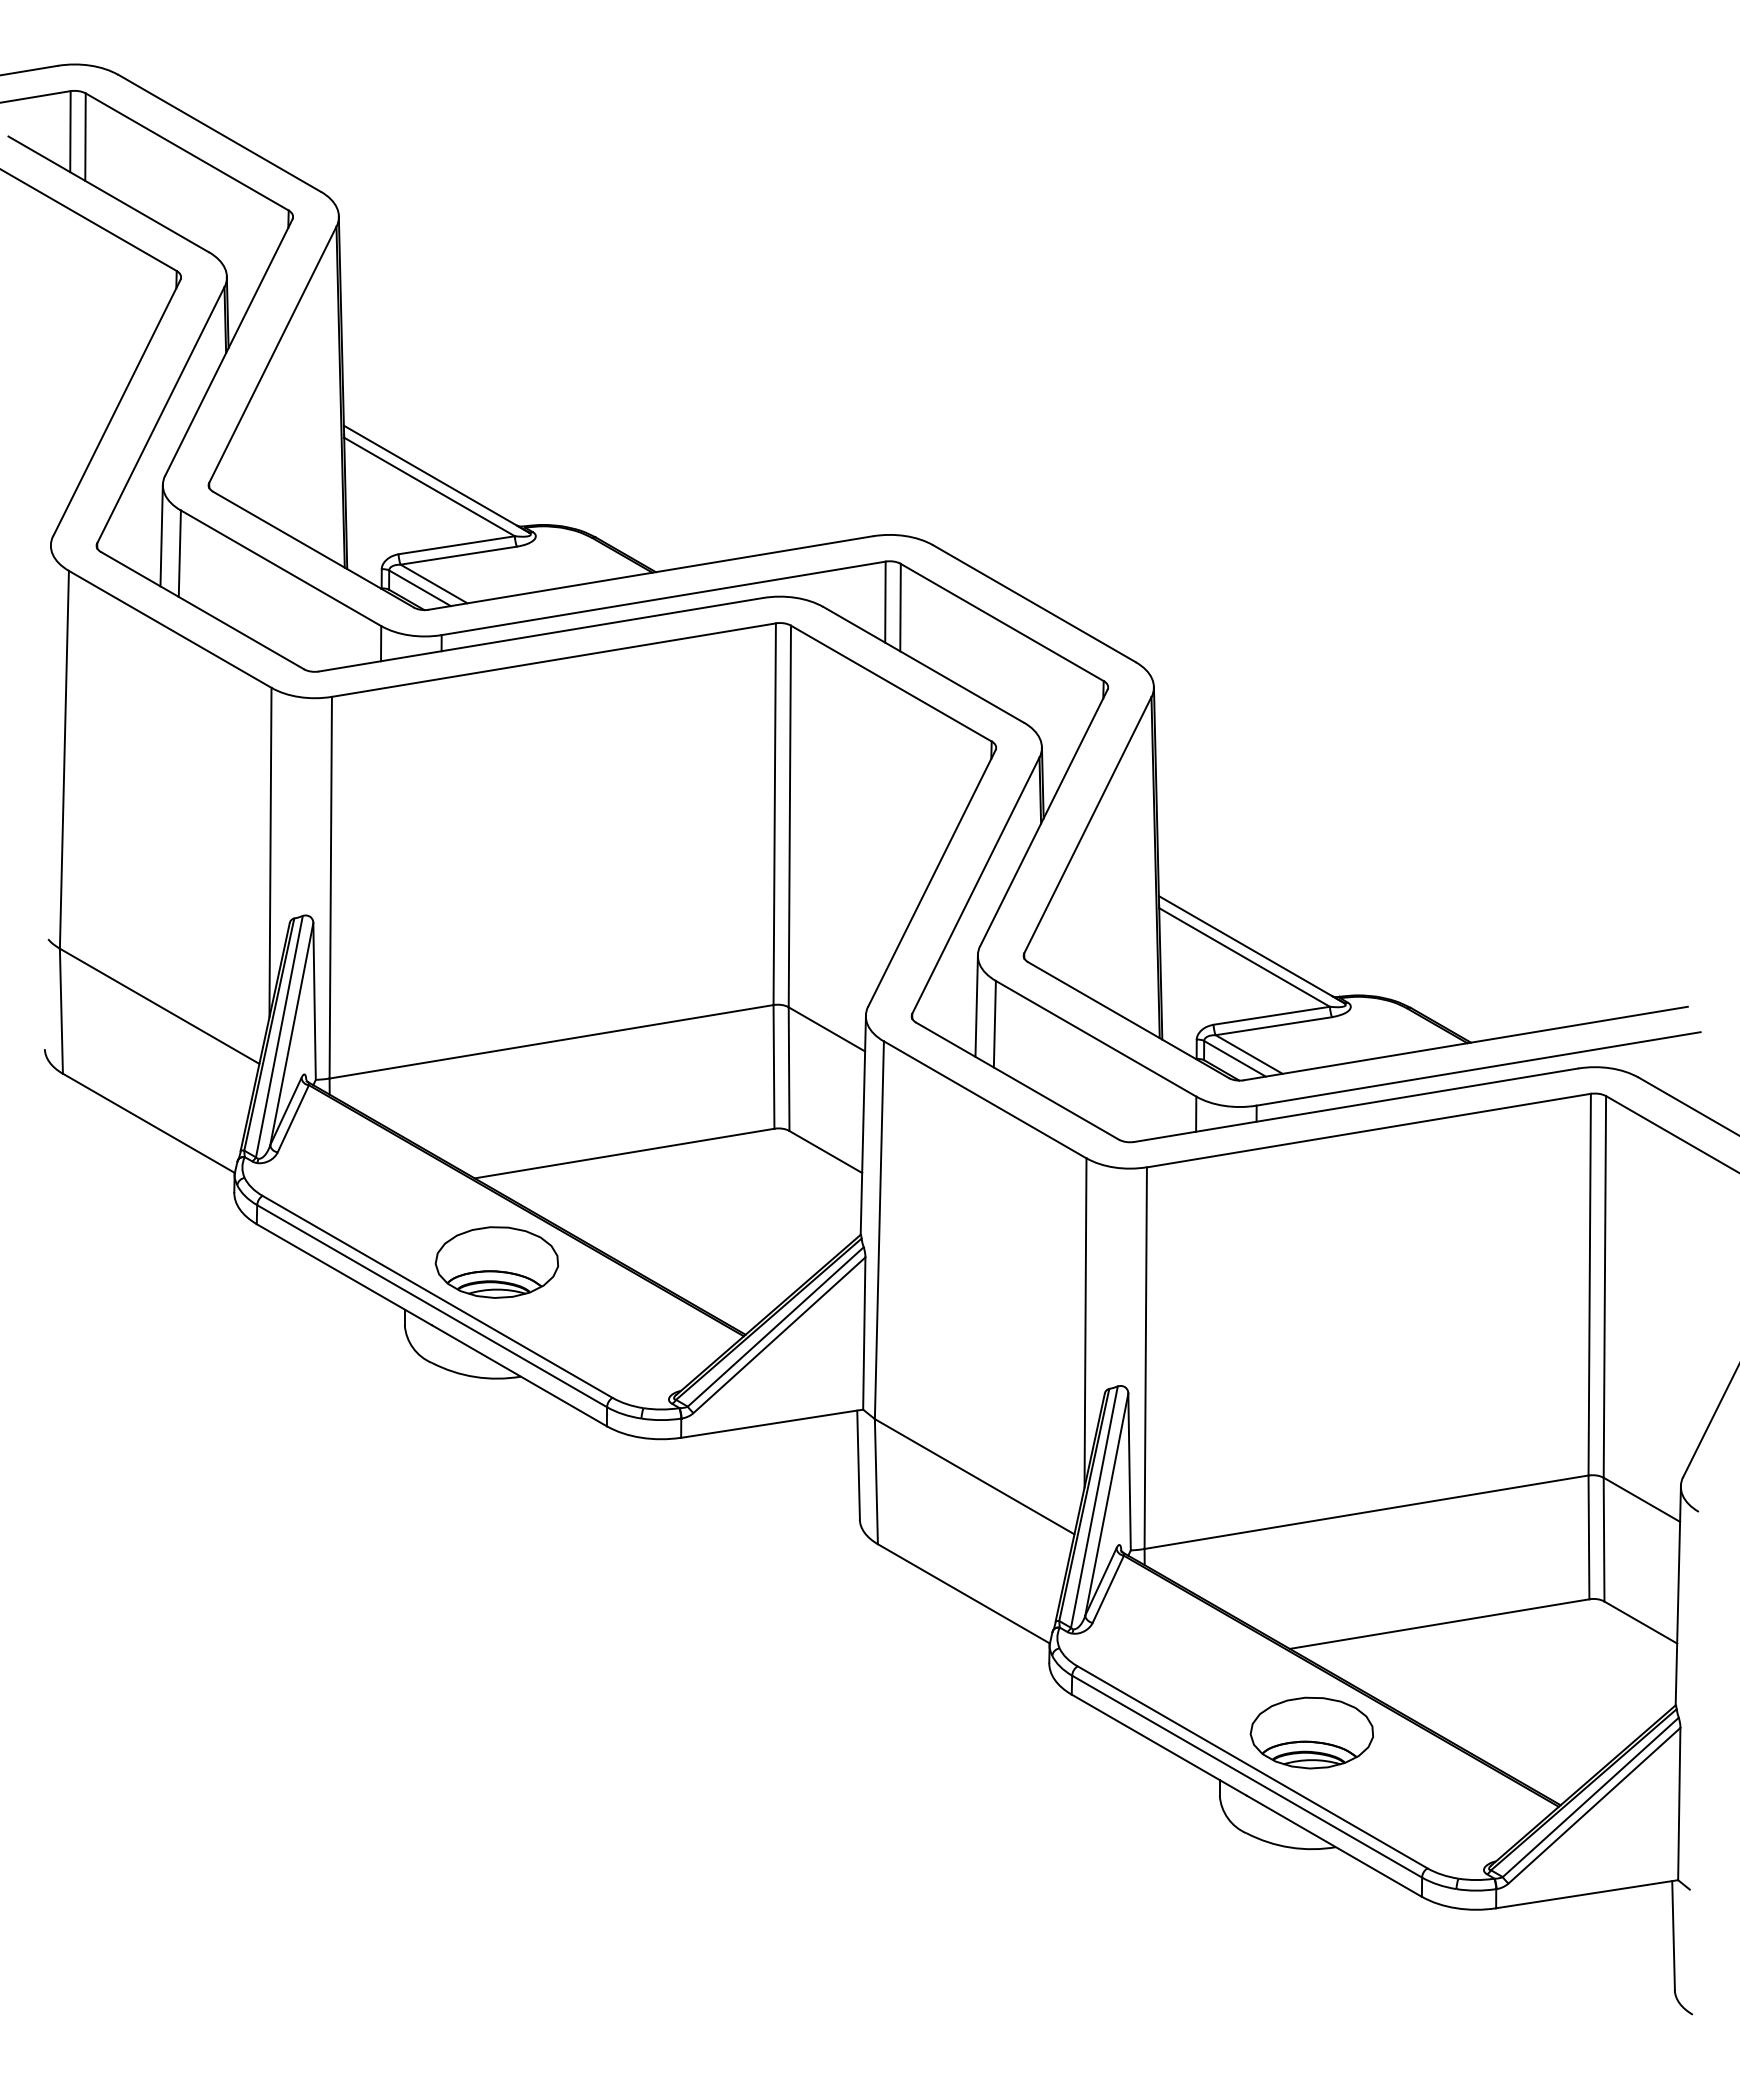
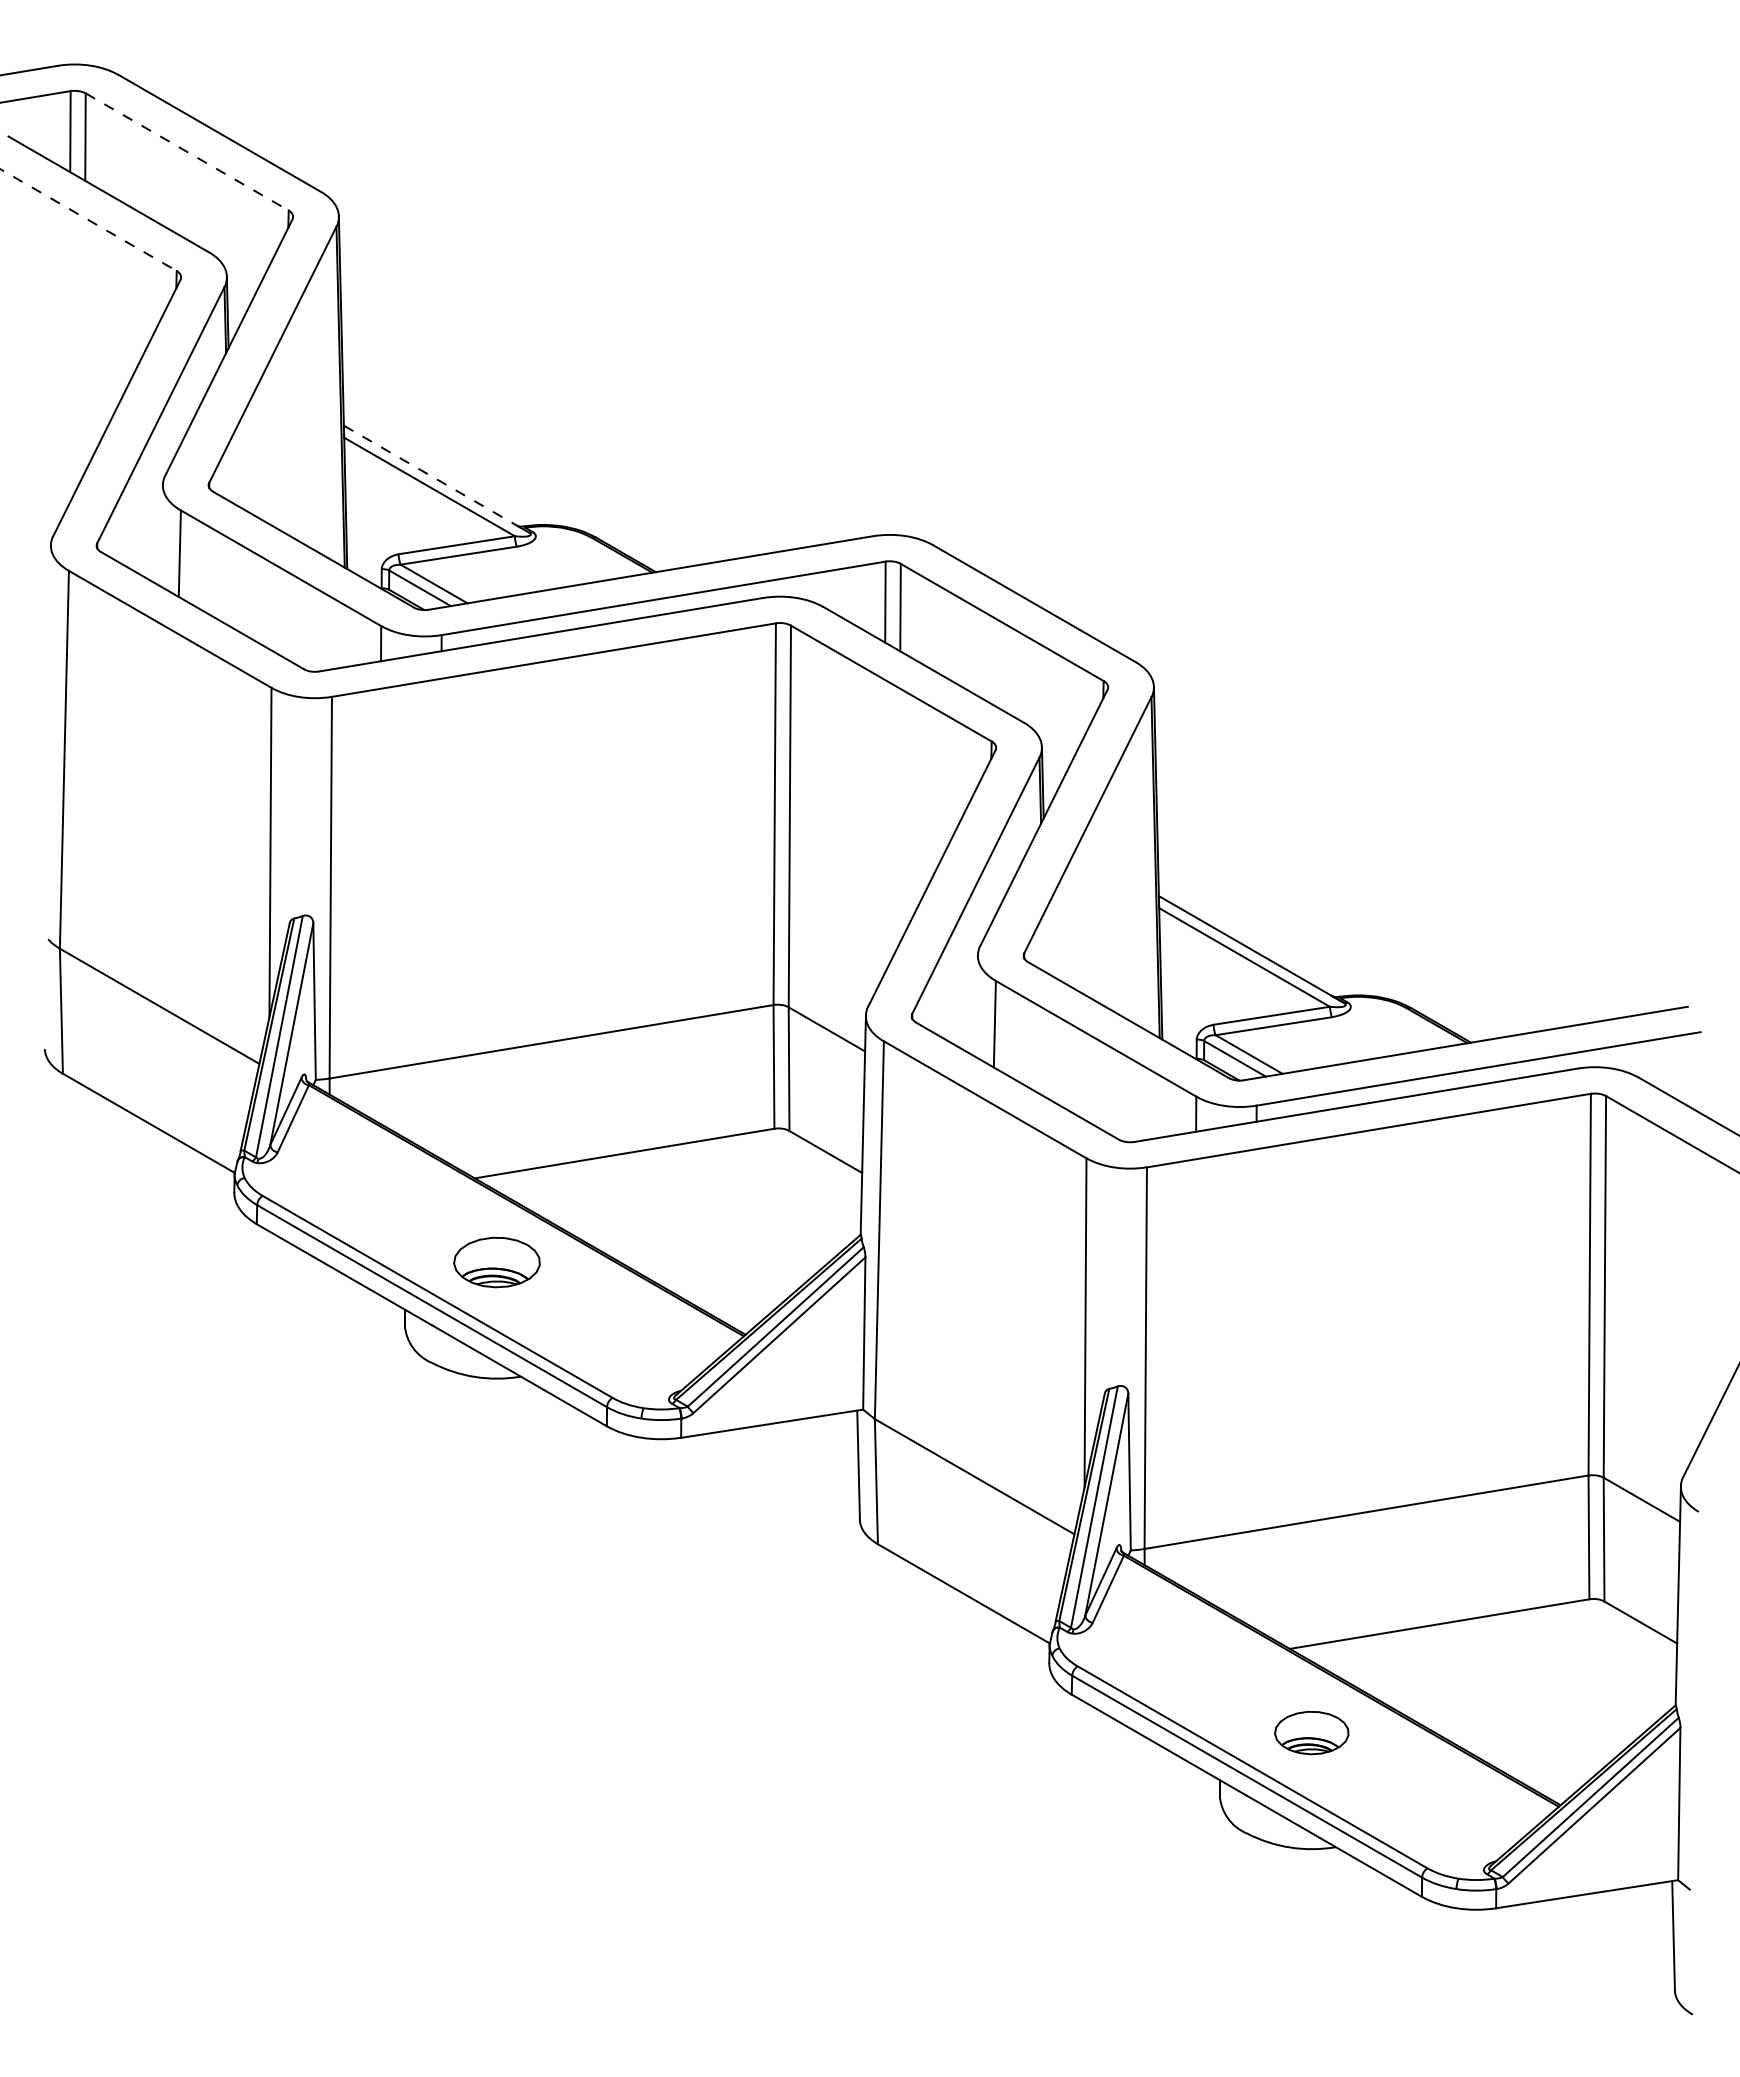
line at (187, 152): solid -> dashed
line at (88, 220): solid -> dashed
line at (436, 479): solid -> dashed
line at (161, 535): present -> none
line at (976, 1005): present -> none
part at (496, 1262) size: 126x73 px -> 88x53 px
part at (1311, 1732) size: 125x74 px -> 76x45 px
